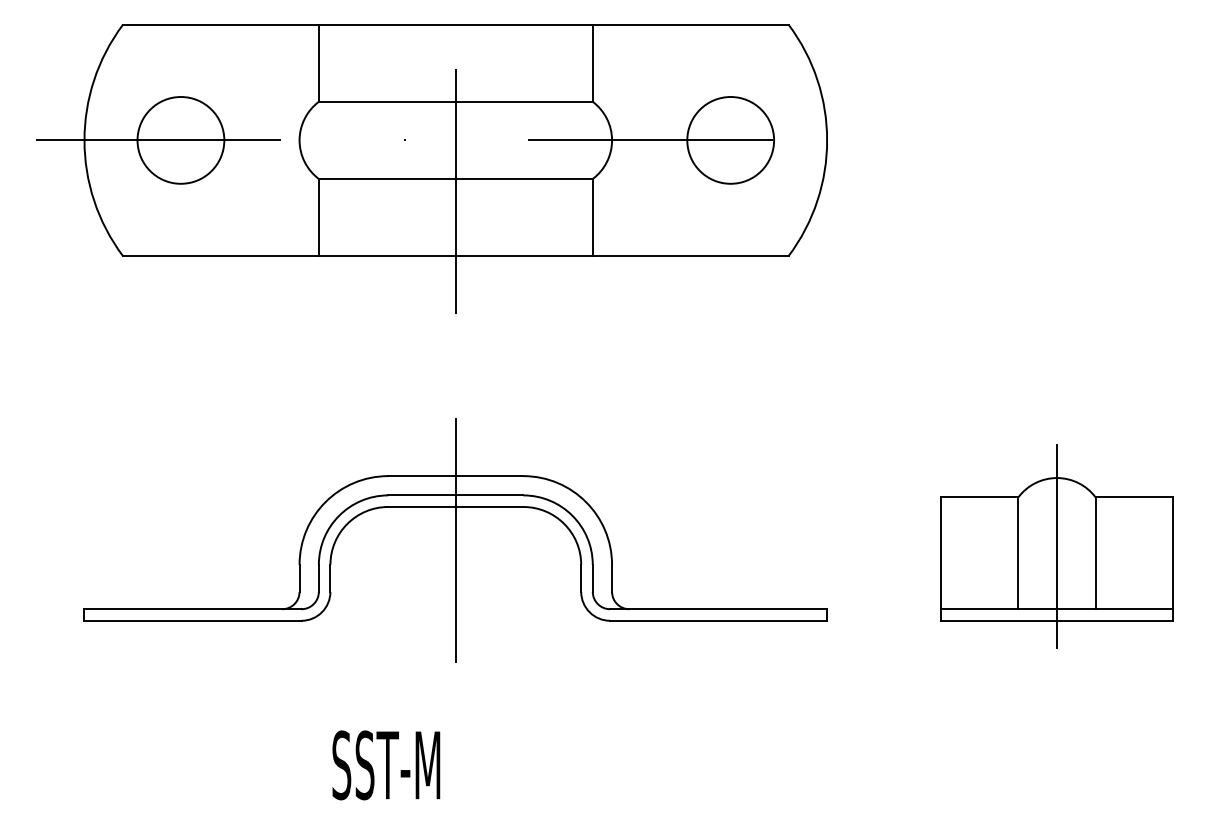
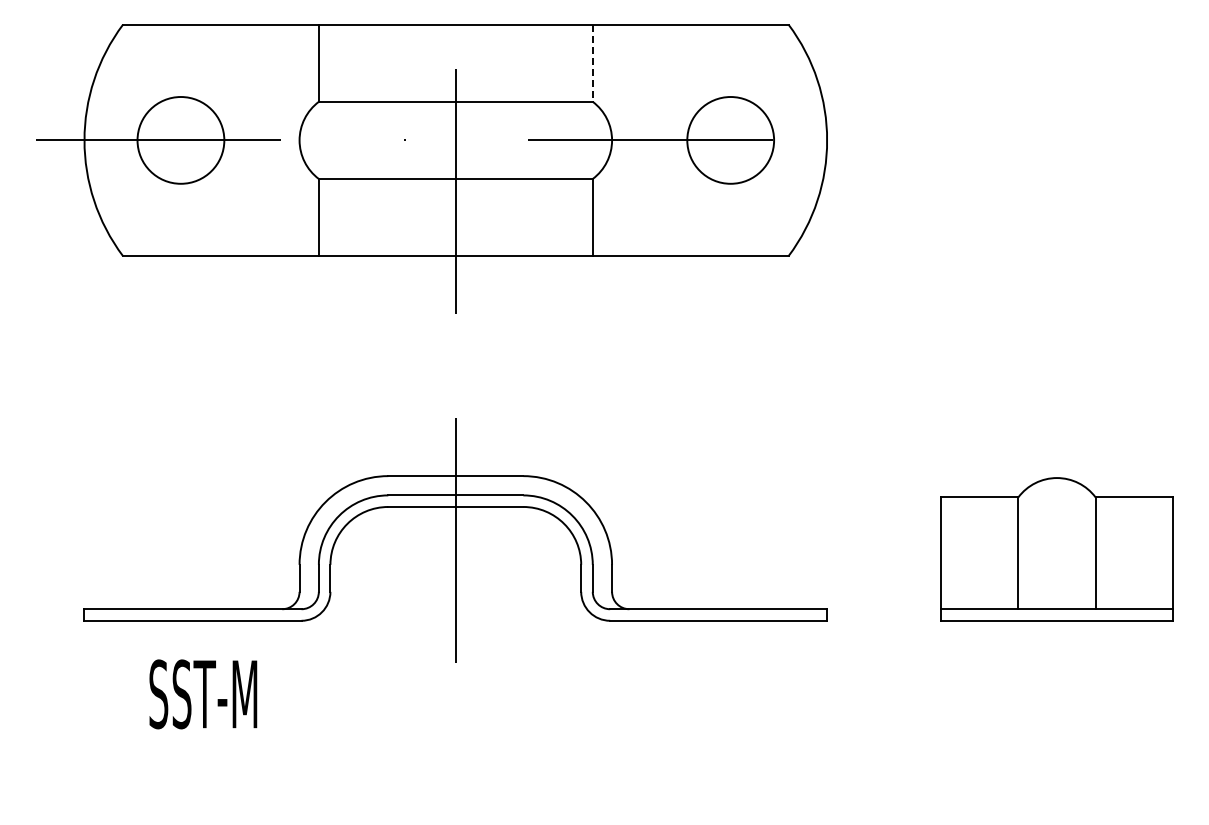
line at (592, 63): solid -> dashed
line at (1056, 545): present -> none
text at (386, 765) position: (386, 765) -> (203, 694)
